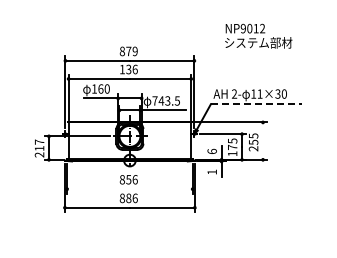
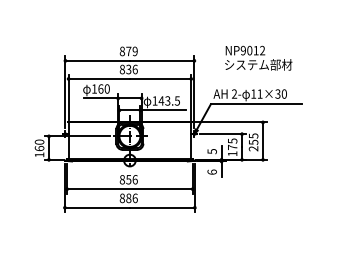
text at (258, 35) position: (258, 35) -> (258, 57)
text at (121, 69): 136 -> 836
text at (154, 100): 743.5 -> 143.5
line at (256, 104): dashed -> solid
line at (263, 140): none -> present
text at (39, 148): 217 -> 160
text at (211, 151): 6 -> 5
text at (211, 171): 1 -> 6
line at (129, 189): none -> present
